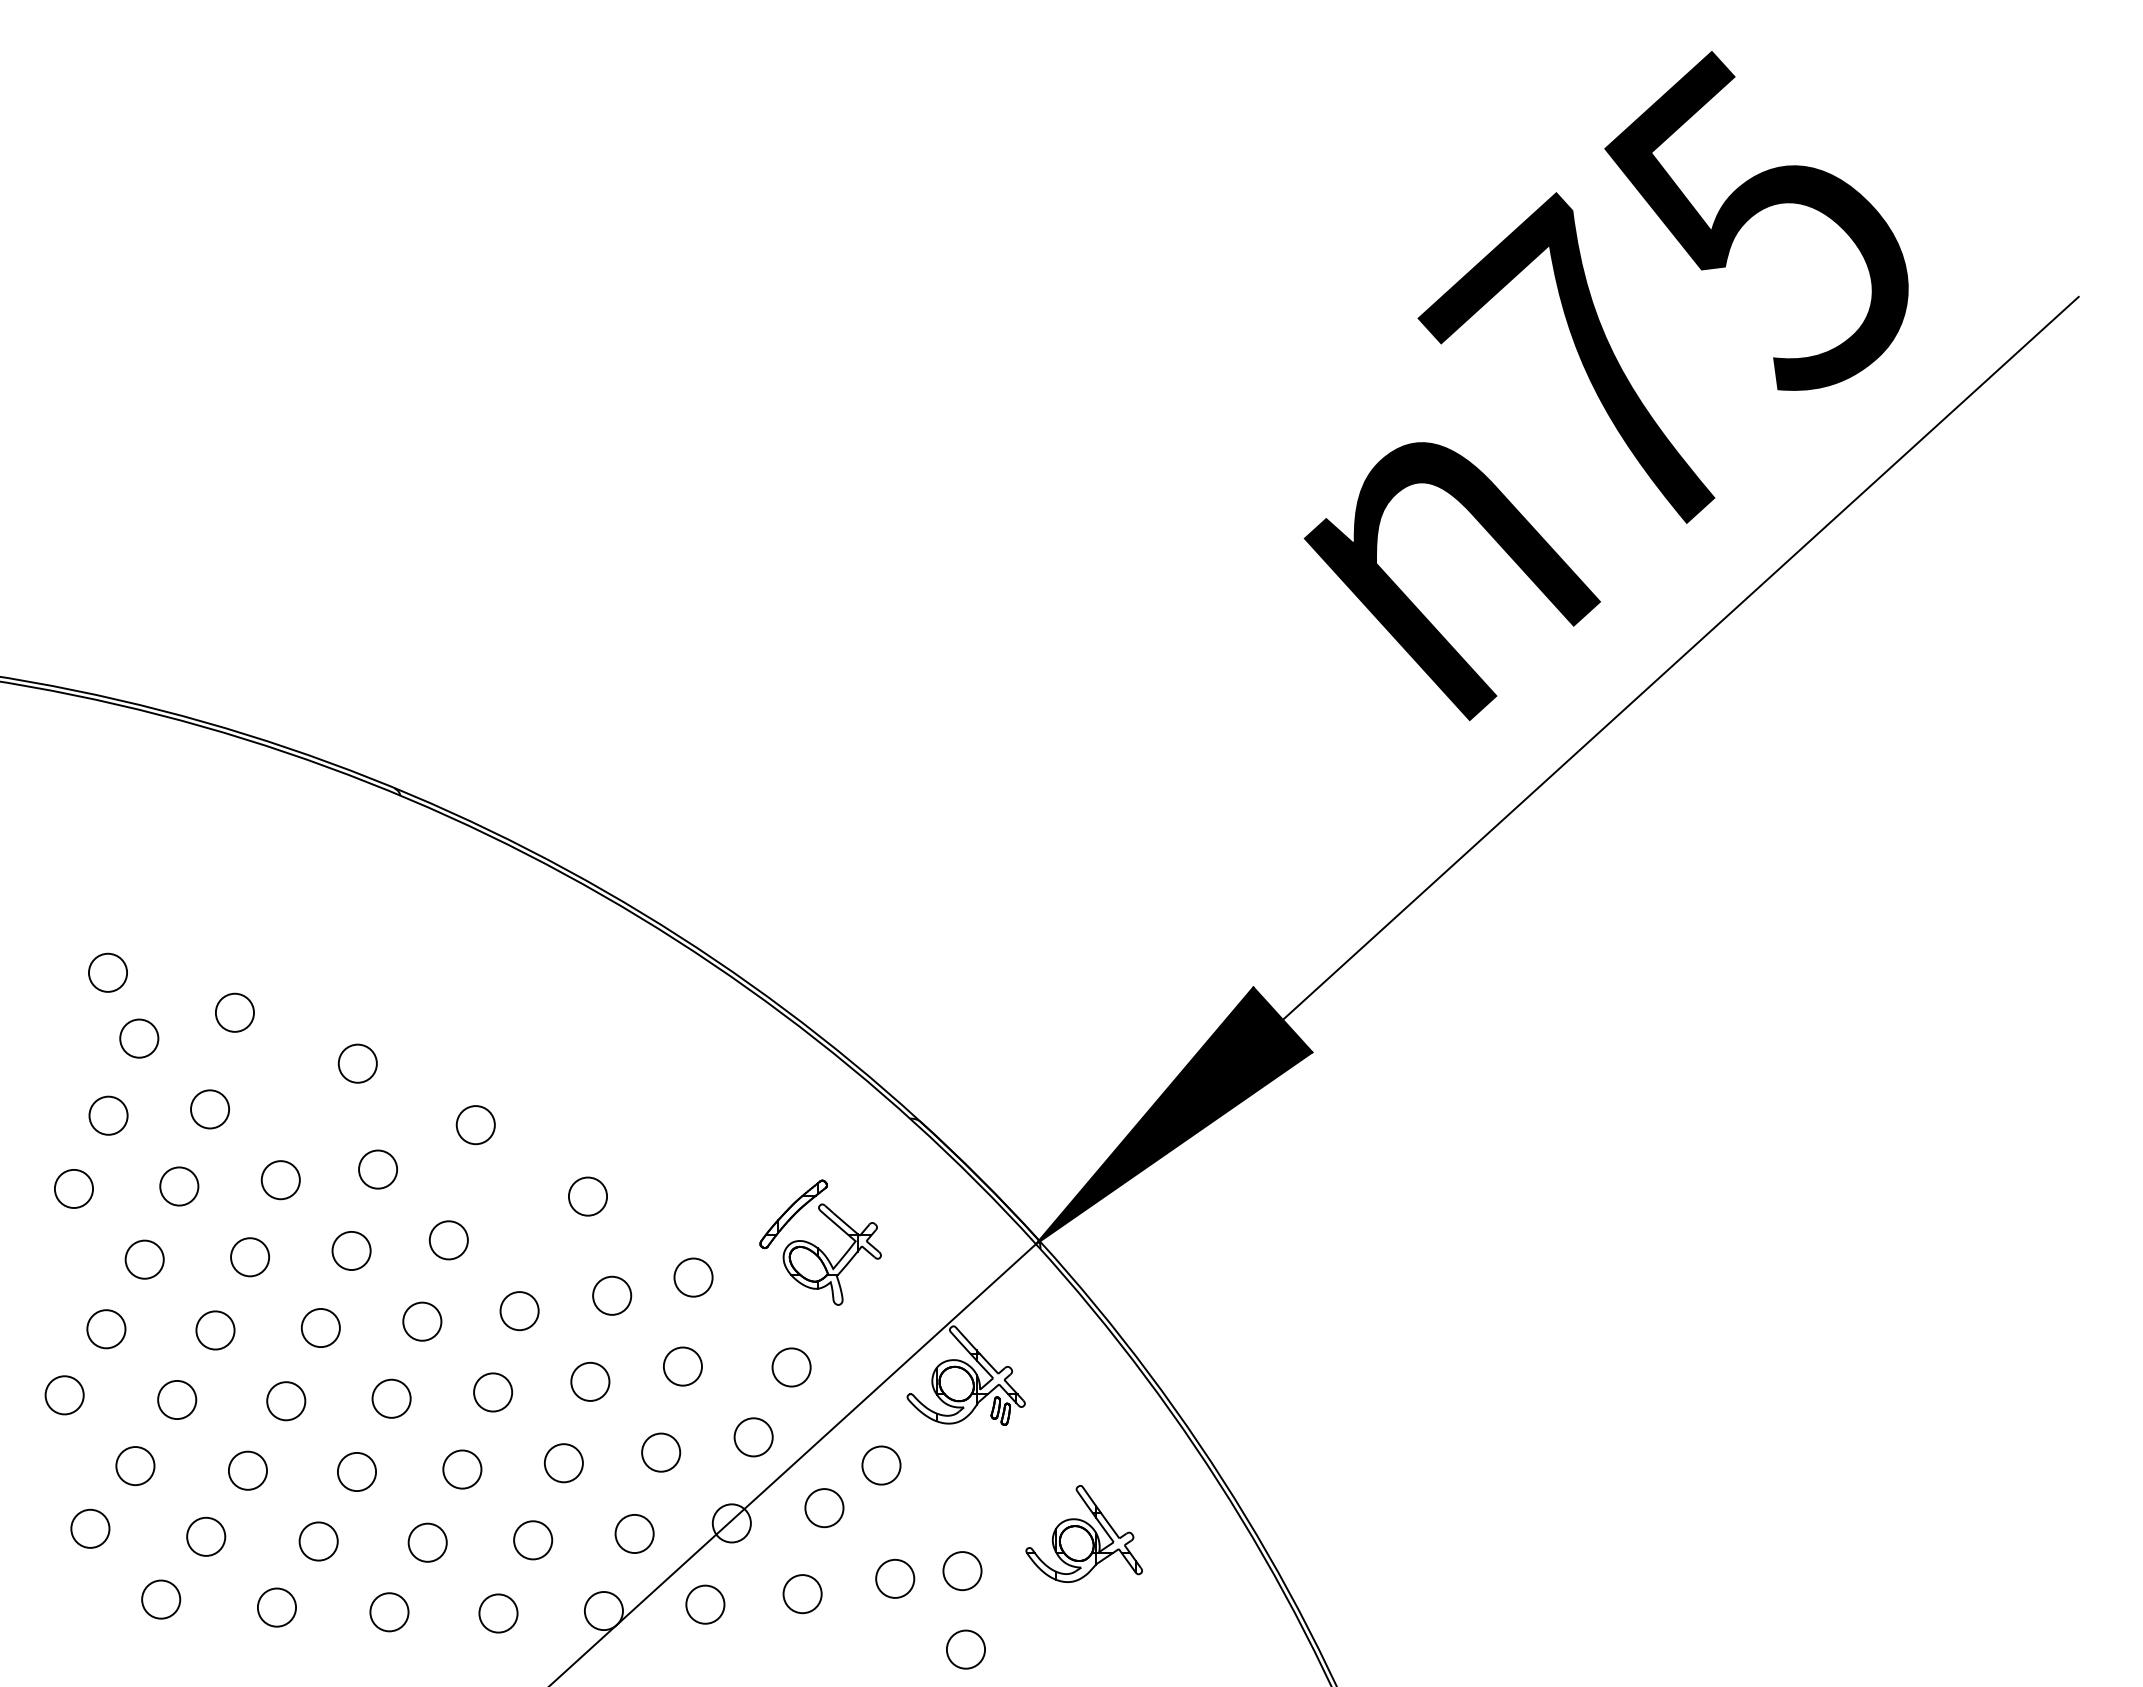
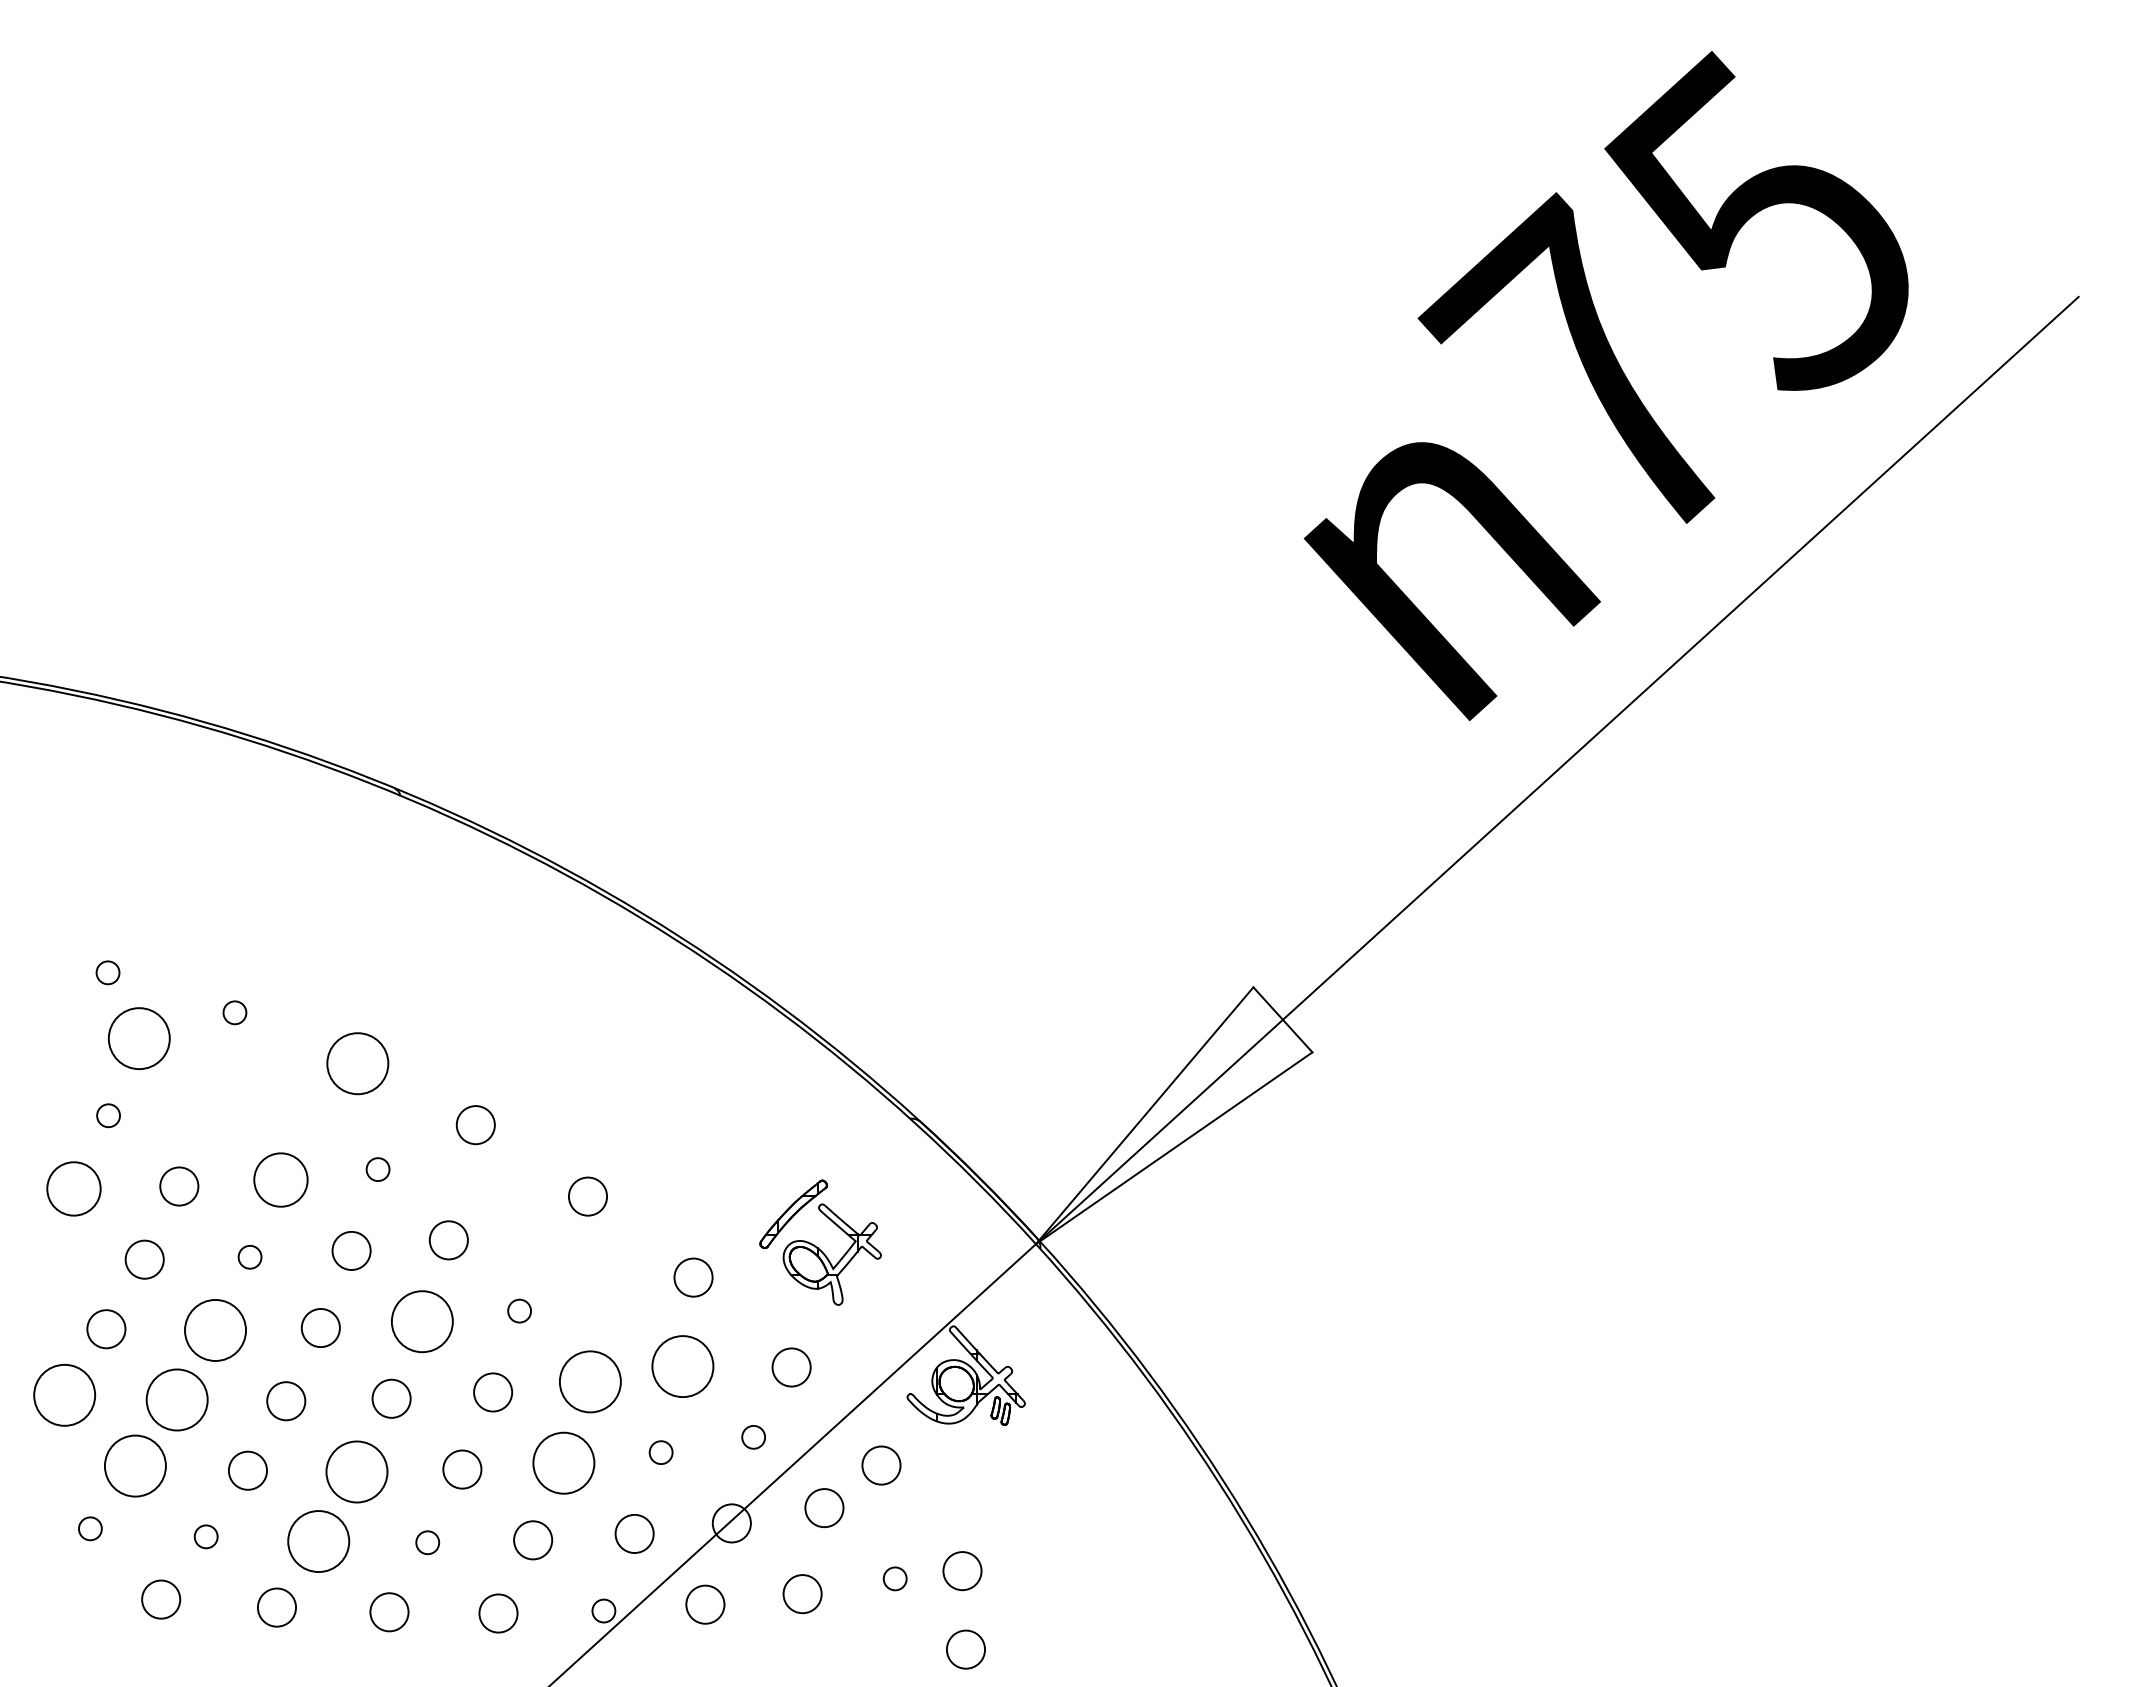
circle at (108, 972) diameter: 38 px -> 23 px
circle at (234, 1012) diameter: 38 px -> 23 px
circle at (139, 1038) diameter: 38 px -> 61 px
circle at (357, 1063) diameter: 38 px -> 61 px
circle at (209, 1109): present -> none
circle at (108, 1115) diameter: 38 px -> 23 px
fill at (1174, 1115): present -> none
circle at (378, 1169) diameter: 38 px -> 23 px
circle at (280, 1180) size: 41x41 px -> 56x56 px
circle at (73, 1188) diameter: 38 px -> 53 px
circle at (250, 1257) diameter: 38 px -> 23 px
circle at (612, 1295): present -> none
circle at (519, 1311) diameter: 38 px -> 23 px
circle at (422, 1321) diameter: 38 px -> 61 px
circle at (215, 1330) diameter: 38 px -> 61 px
circle at (682, 1366) diameter: 38 px -> 61 px
circle at (590, 1381) diameter: 38 px -> 61 px
circle at (64, 1395) diameter: 38 px -> 61 px
circle at (177, 1399) diameter: 38 px -> 61 px
circle at (753, 1437) diameter: 38 px -> 23 px
circle at (661, 1452) diameter: 38 px -> 23 px
circle at (563, 1463) diameter: 38 px -> 61 px
circle at (135, 1466) diameter: 38 px -> 61 px
circle at (356, 1471) diameter: 38 px -> 61 px
circle at (90, 1528) diameter: 38 px -> 23 px
part at (1083, 1533): present -> none
circle at (206, 1536) diameter: 38 px -> 23 px
circle at (318, 1541) diameter: 38 px -> 61 px
circle at (427, 1542) diameter: 38 px -> 23 px
circle at (895, 1578) diameter: 38 px -> 23 px
circle at (603, 1610) diameter: 38 px -> 23 px
